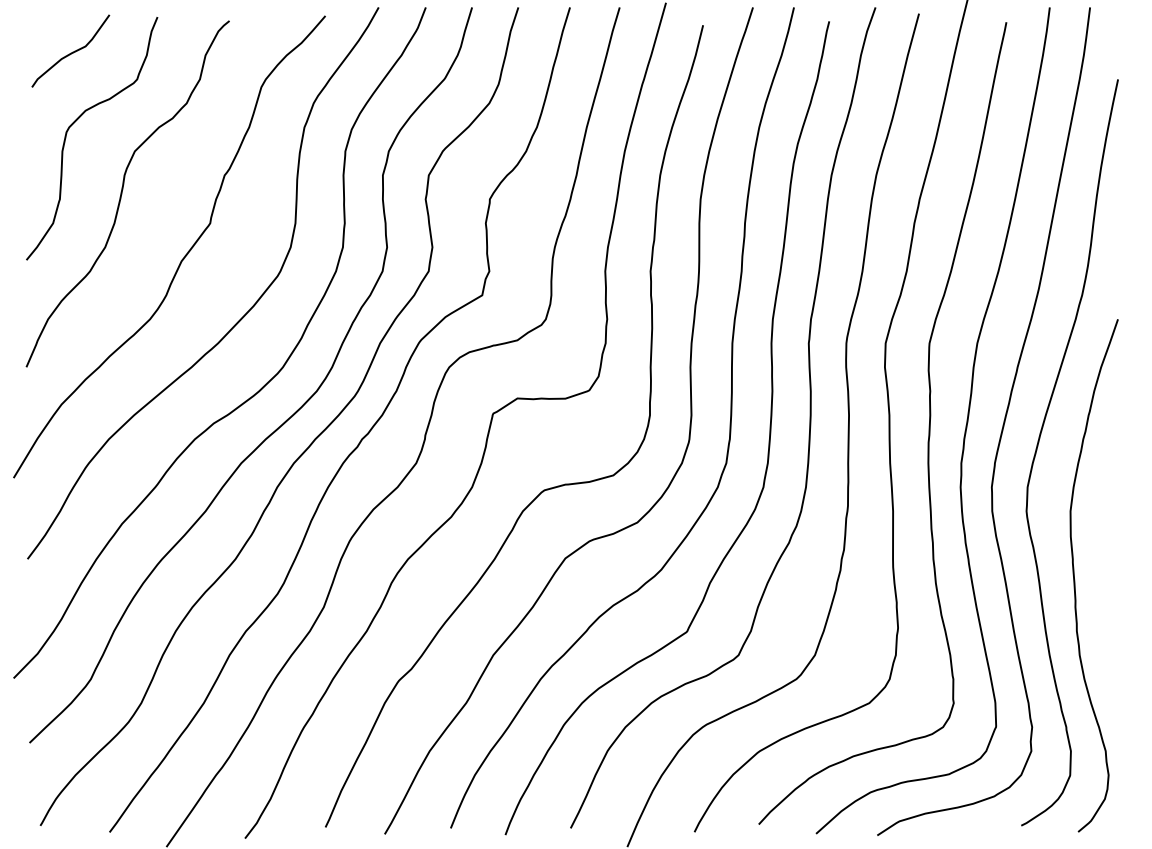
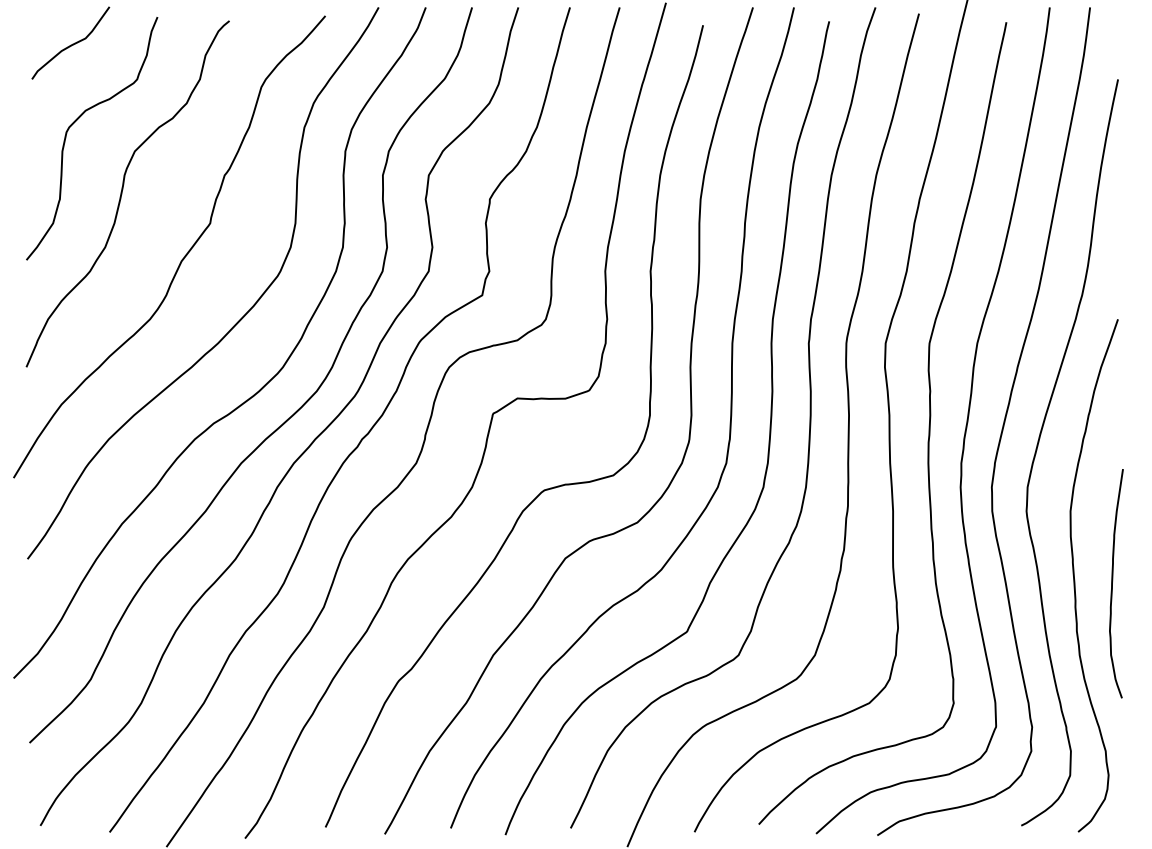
curve at (70, 52) position: (70, 52) -> (70, 44)
curve at (1113, 581): none -> present
